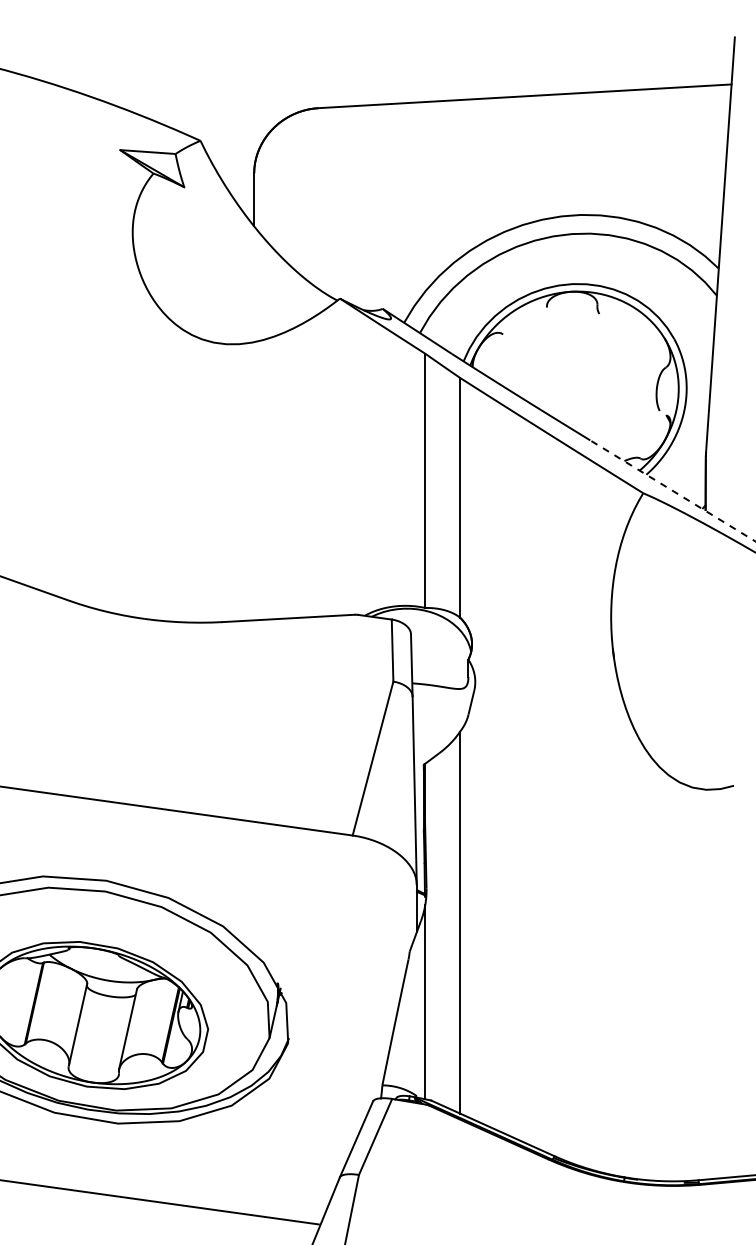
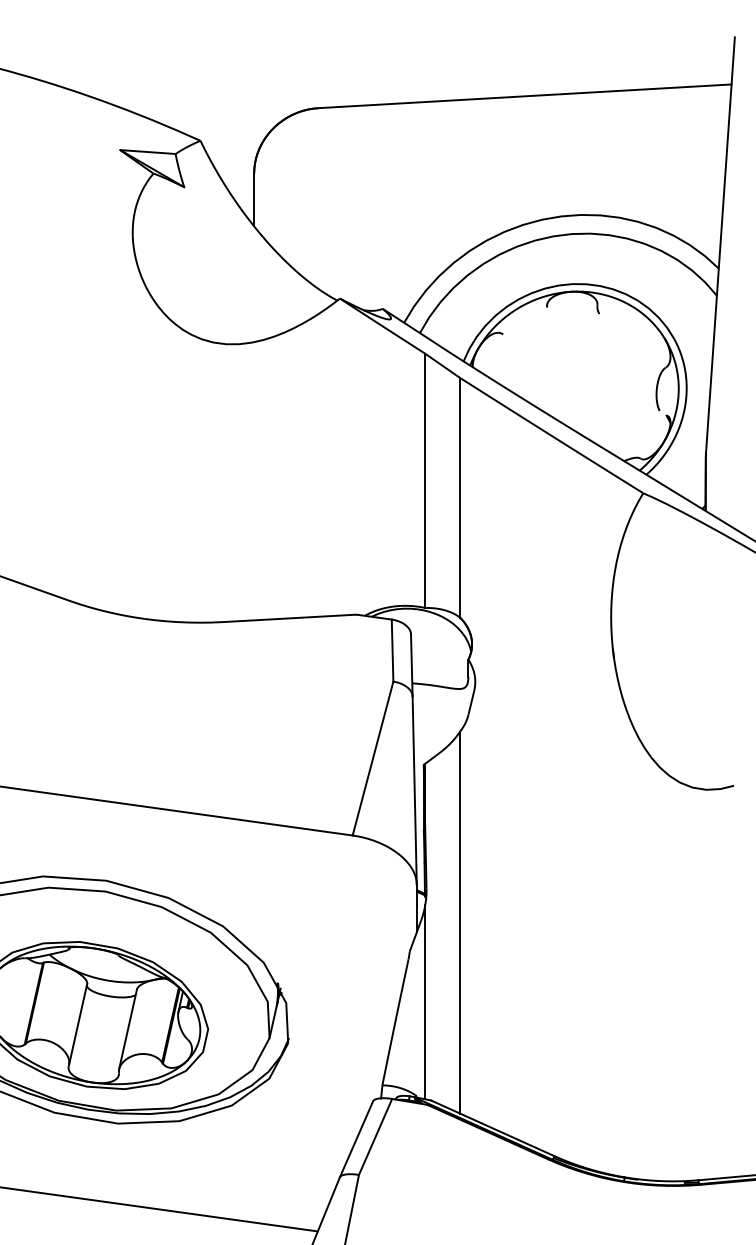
line at (672, 490): dashed -> solid
line at (160, 1202) position: (160, 1202) -> (159, 1209)
